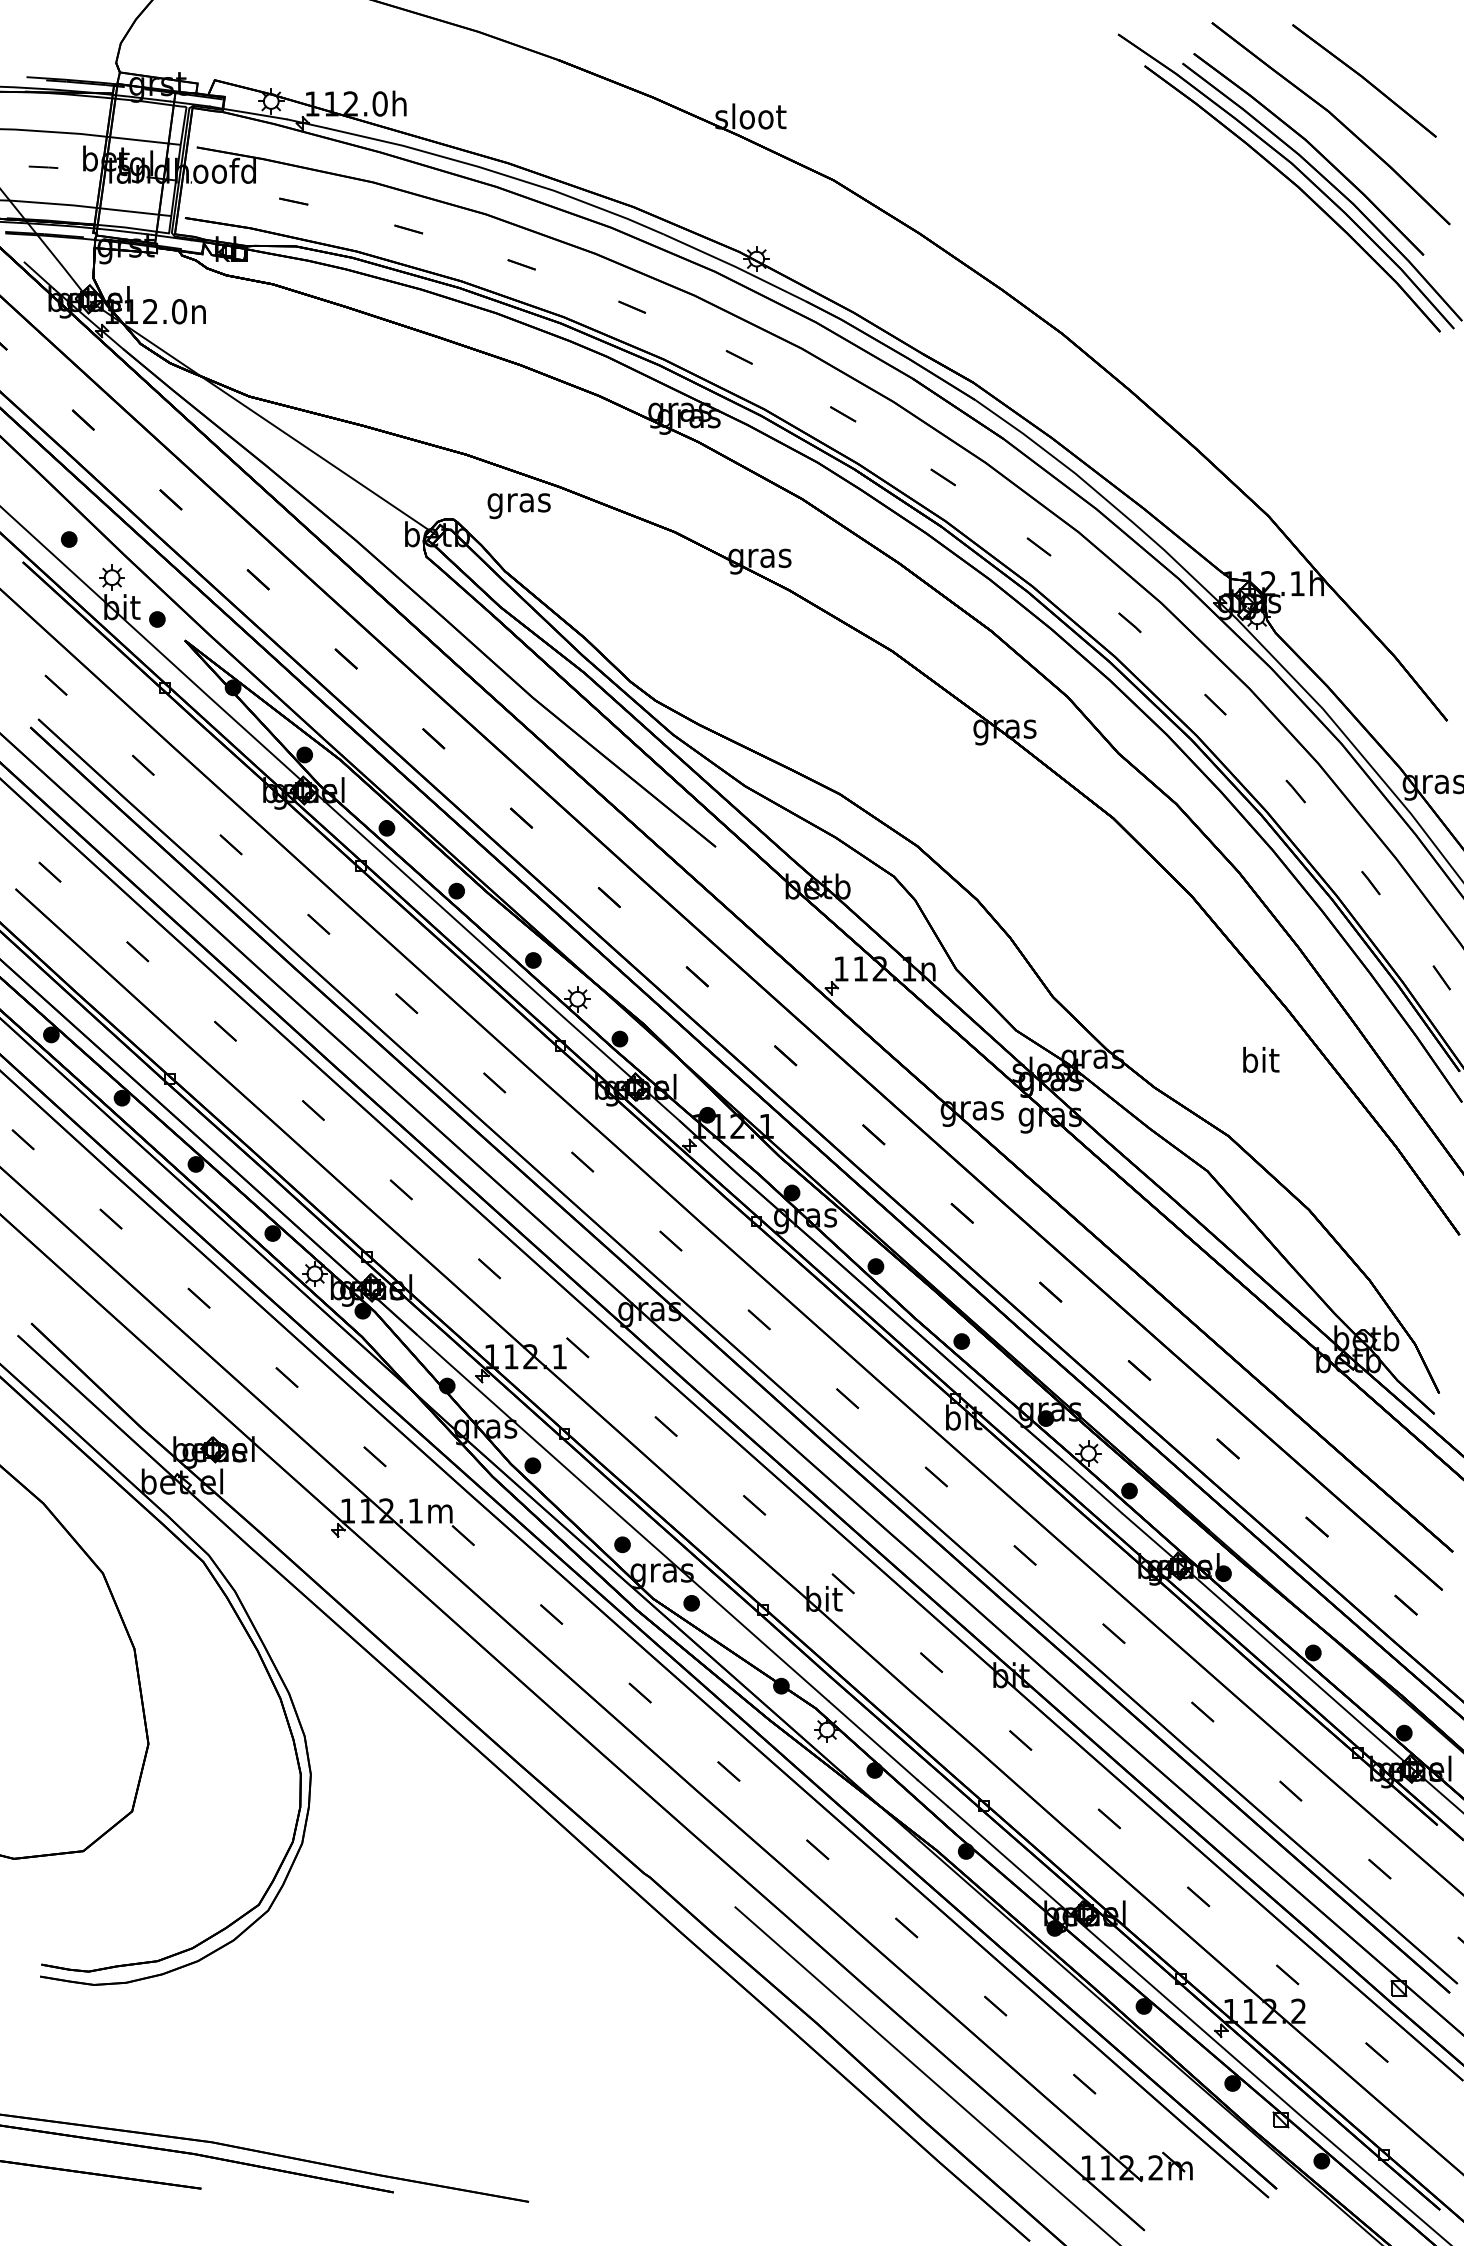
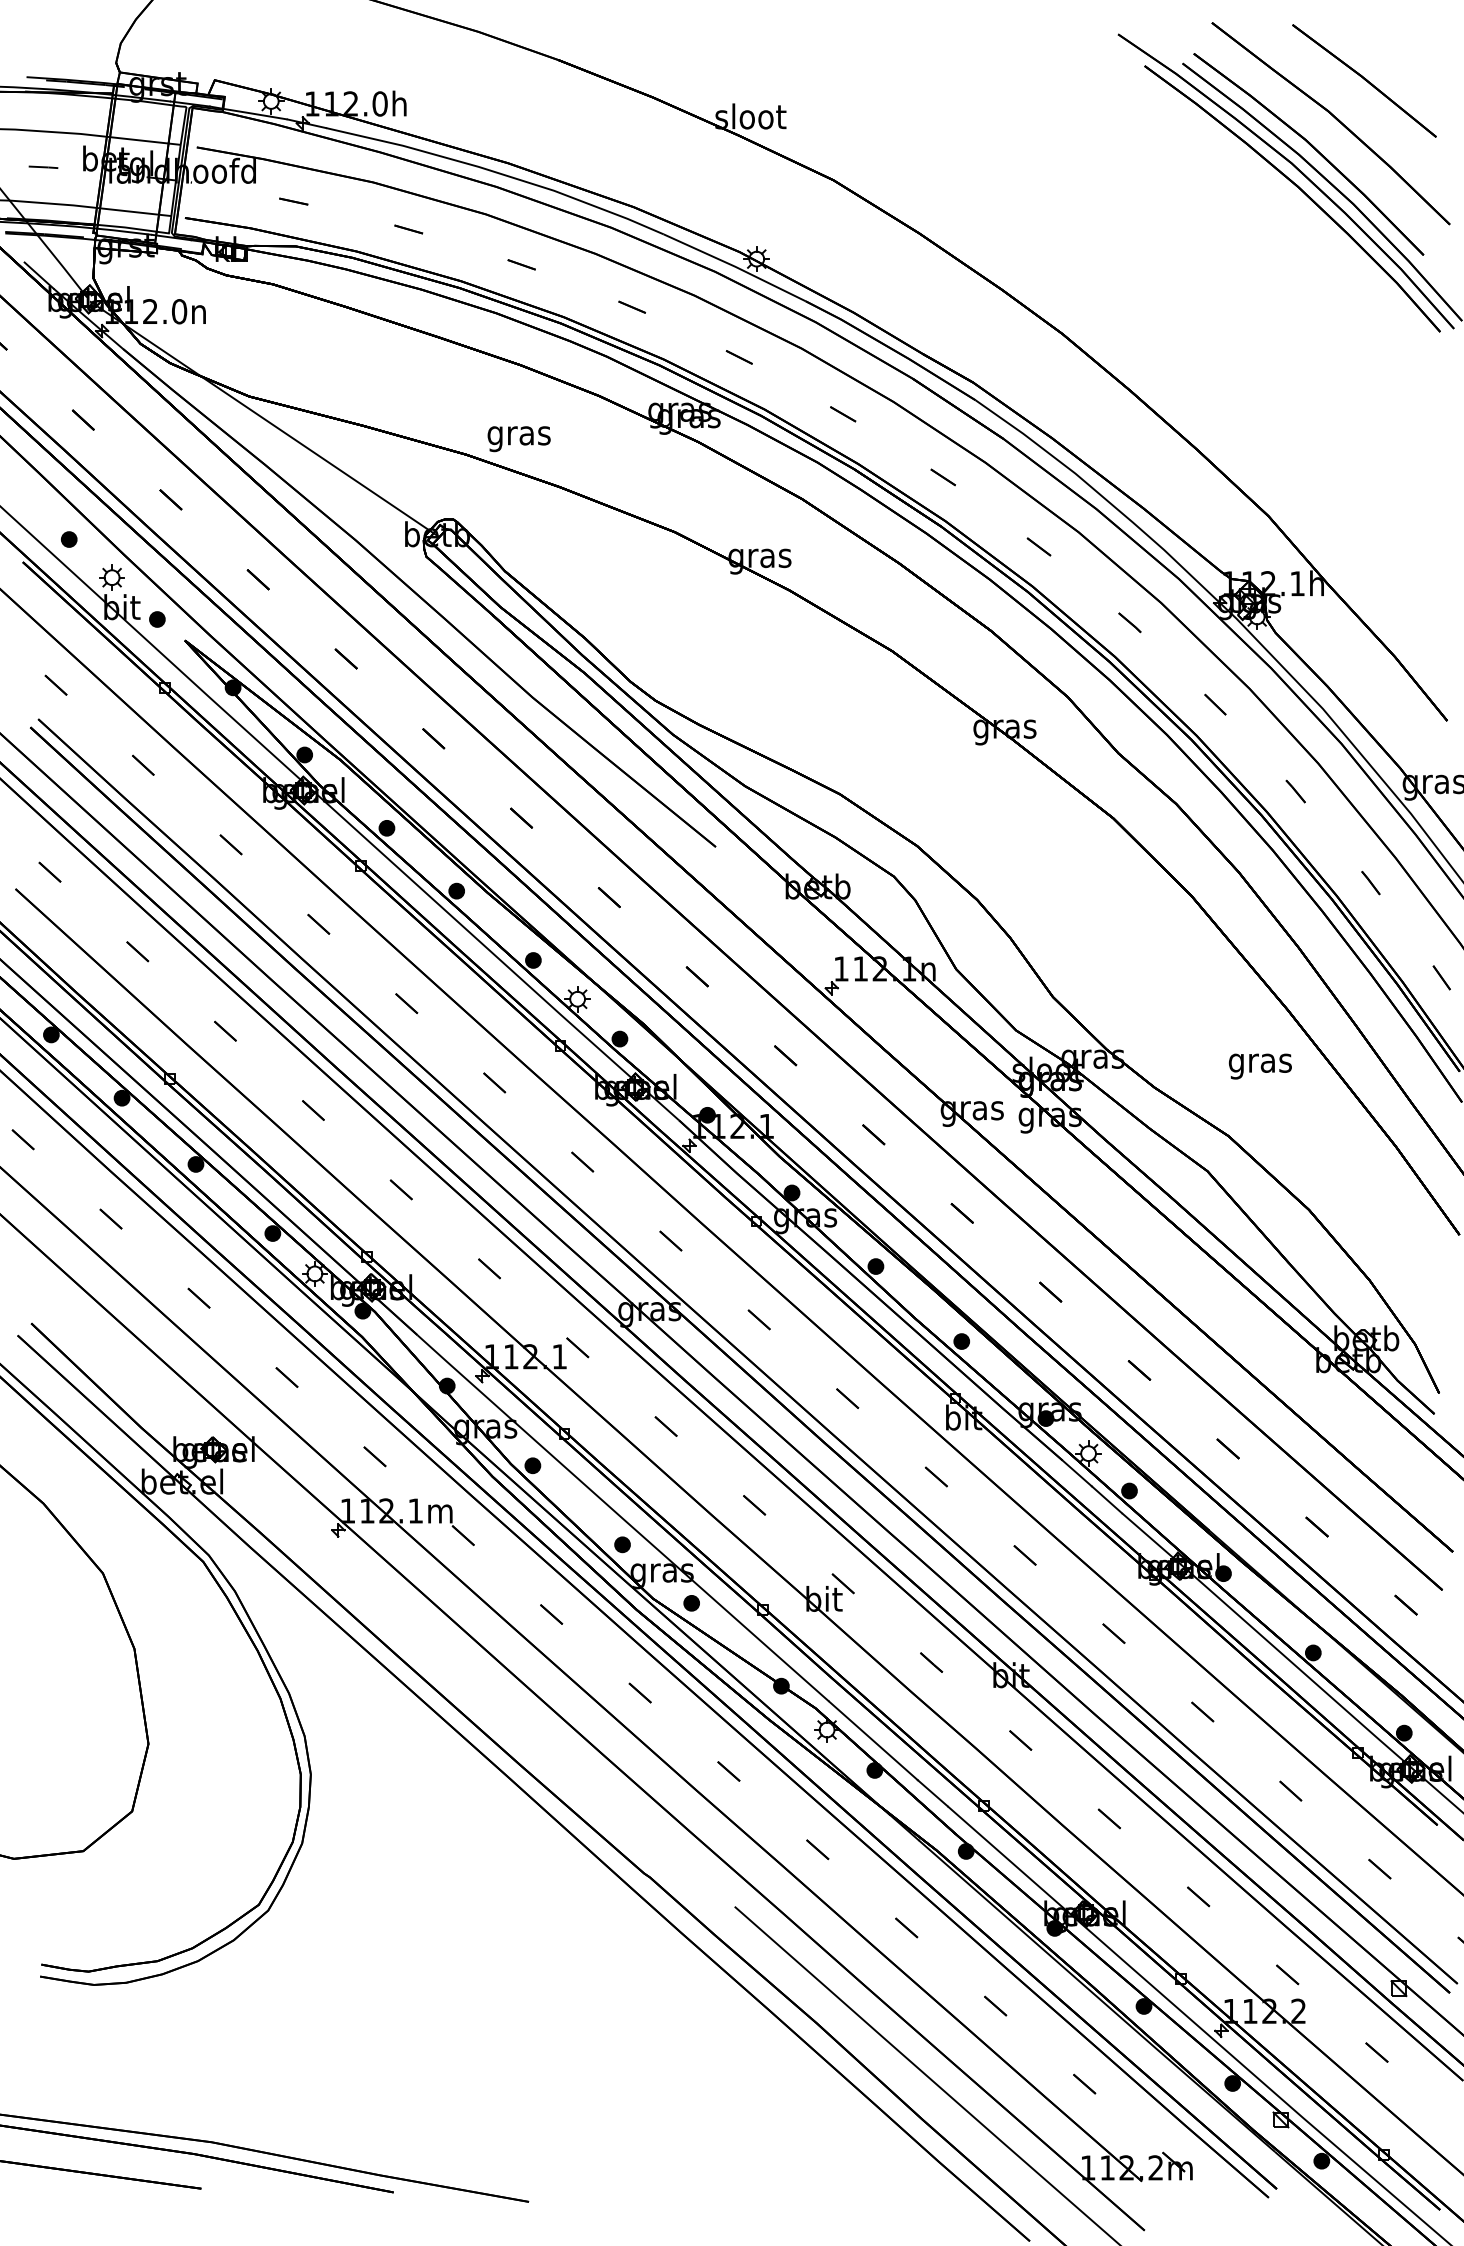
text at (518, 506) position: (518, 506) -> (518, 439)
text at (1259, 1062): bit -> gras
